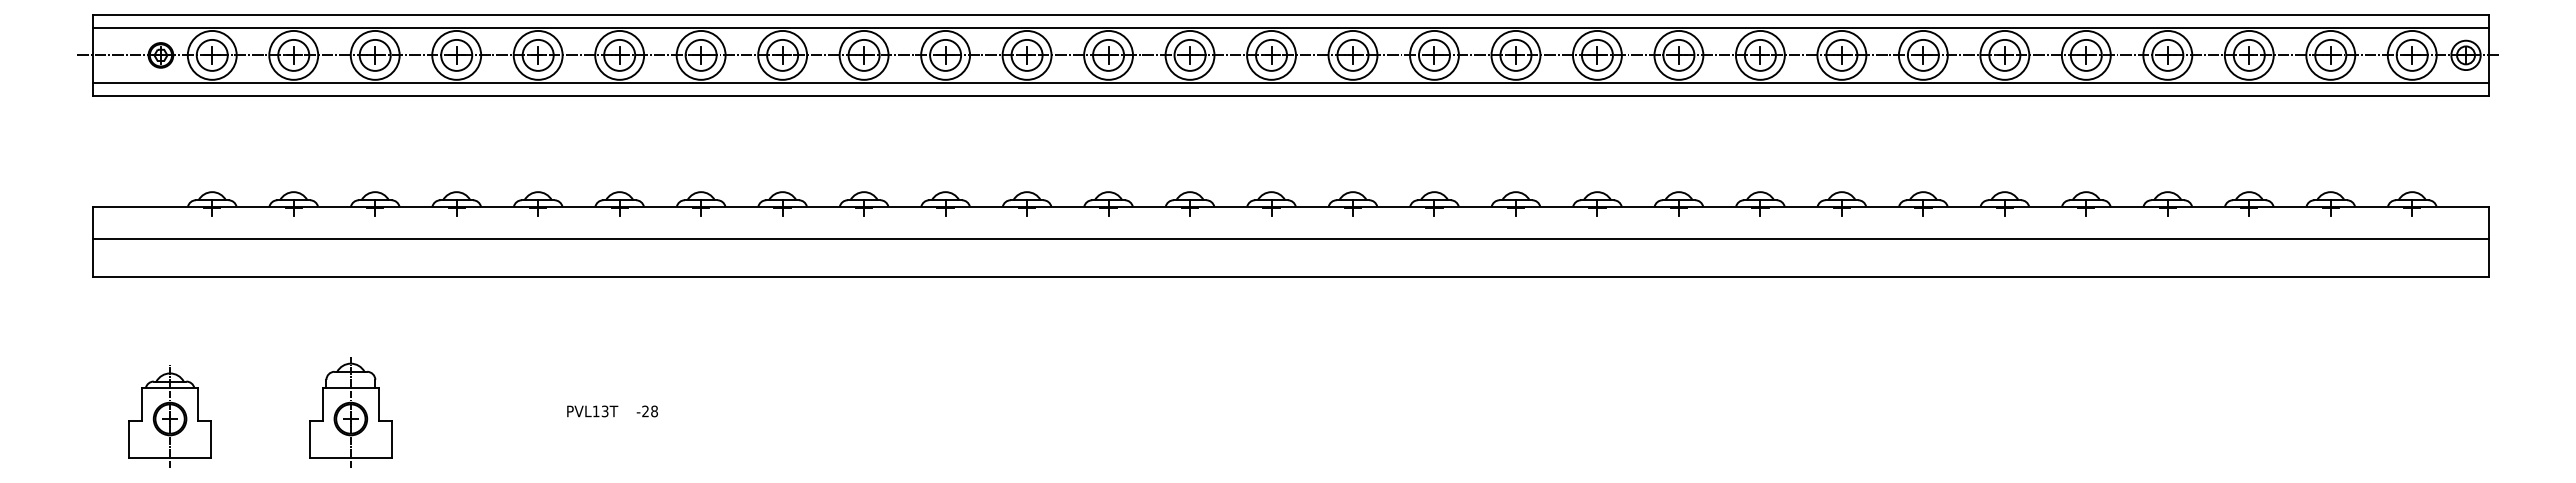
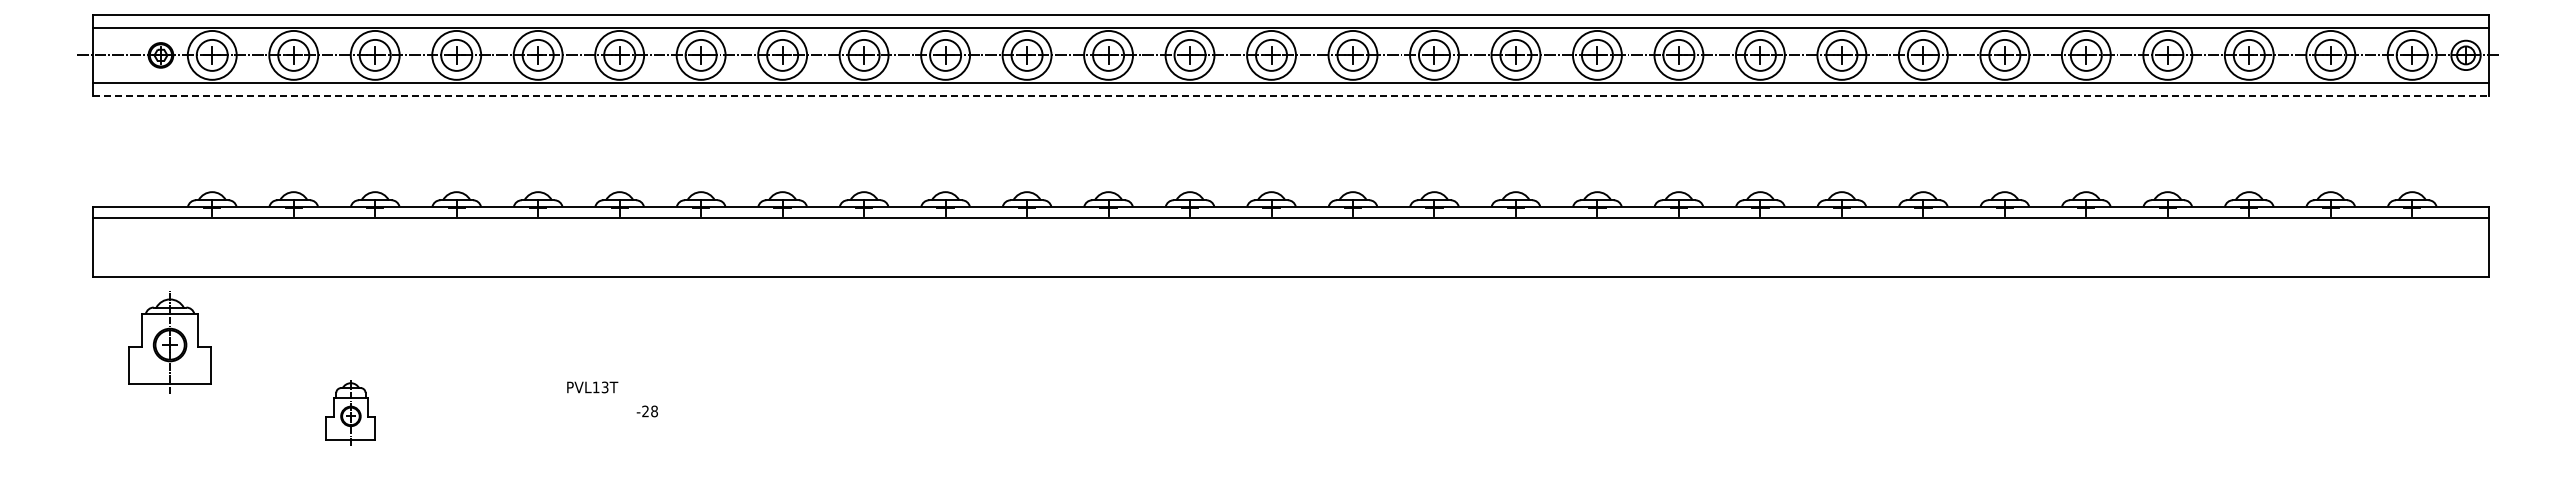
line at (1291, 96): solid -> dashed
line at (1290, 239) position: (1290, 239) -> (1290, 218)
text at (592, 411) position: (592, 411) -> (592, 387)
part at (350, 412) size: 84x111 px -> 51x66 px
part at (169, 416) position: (169, 416) -> (169, 342)
